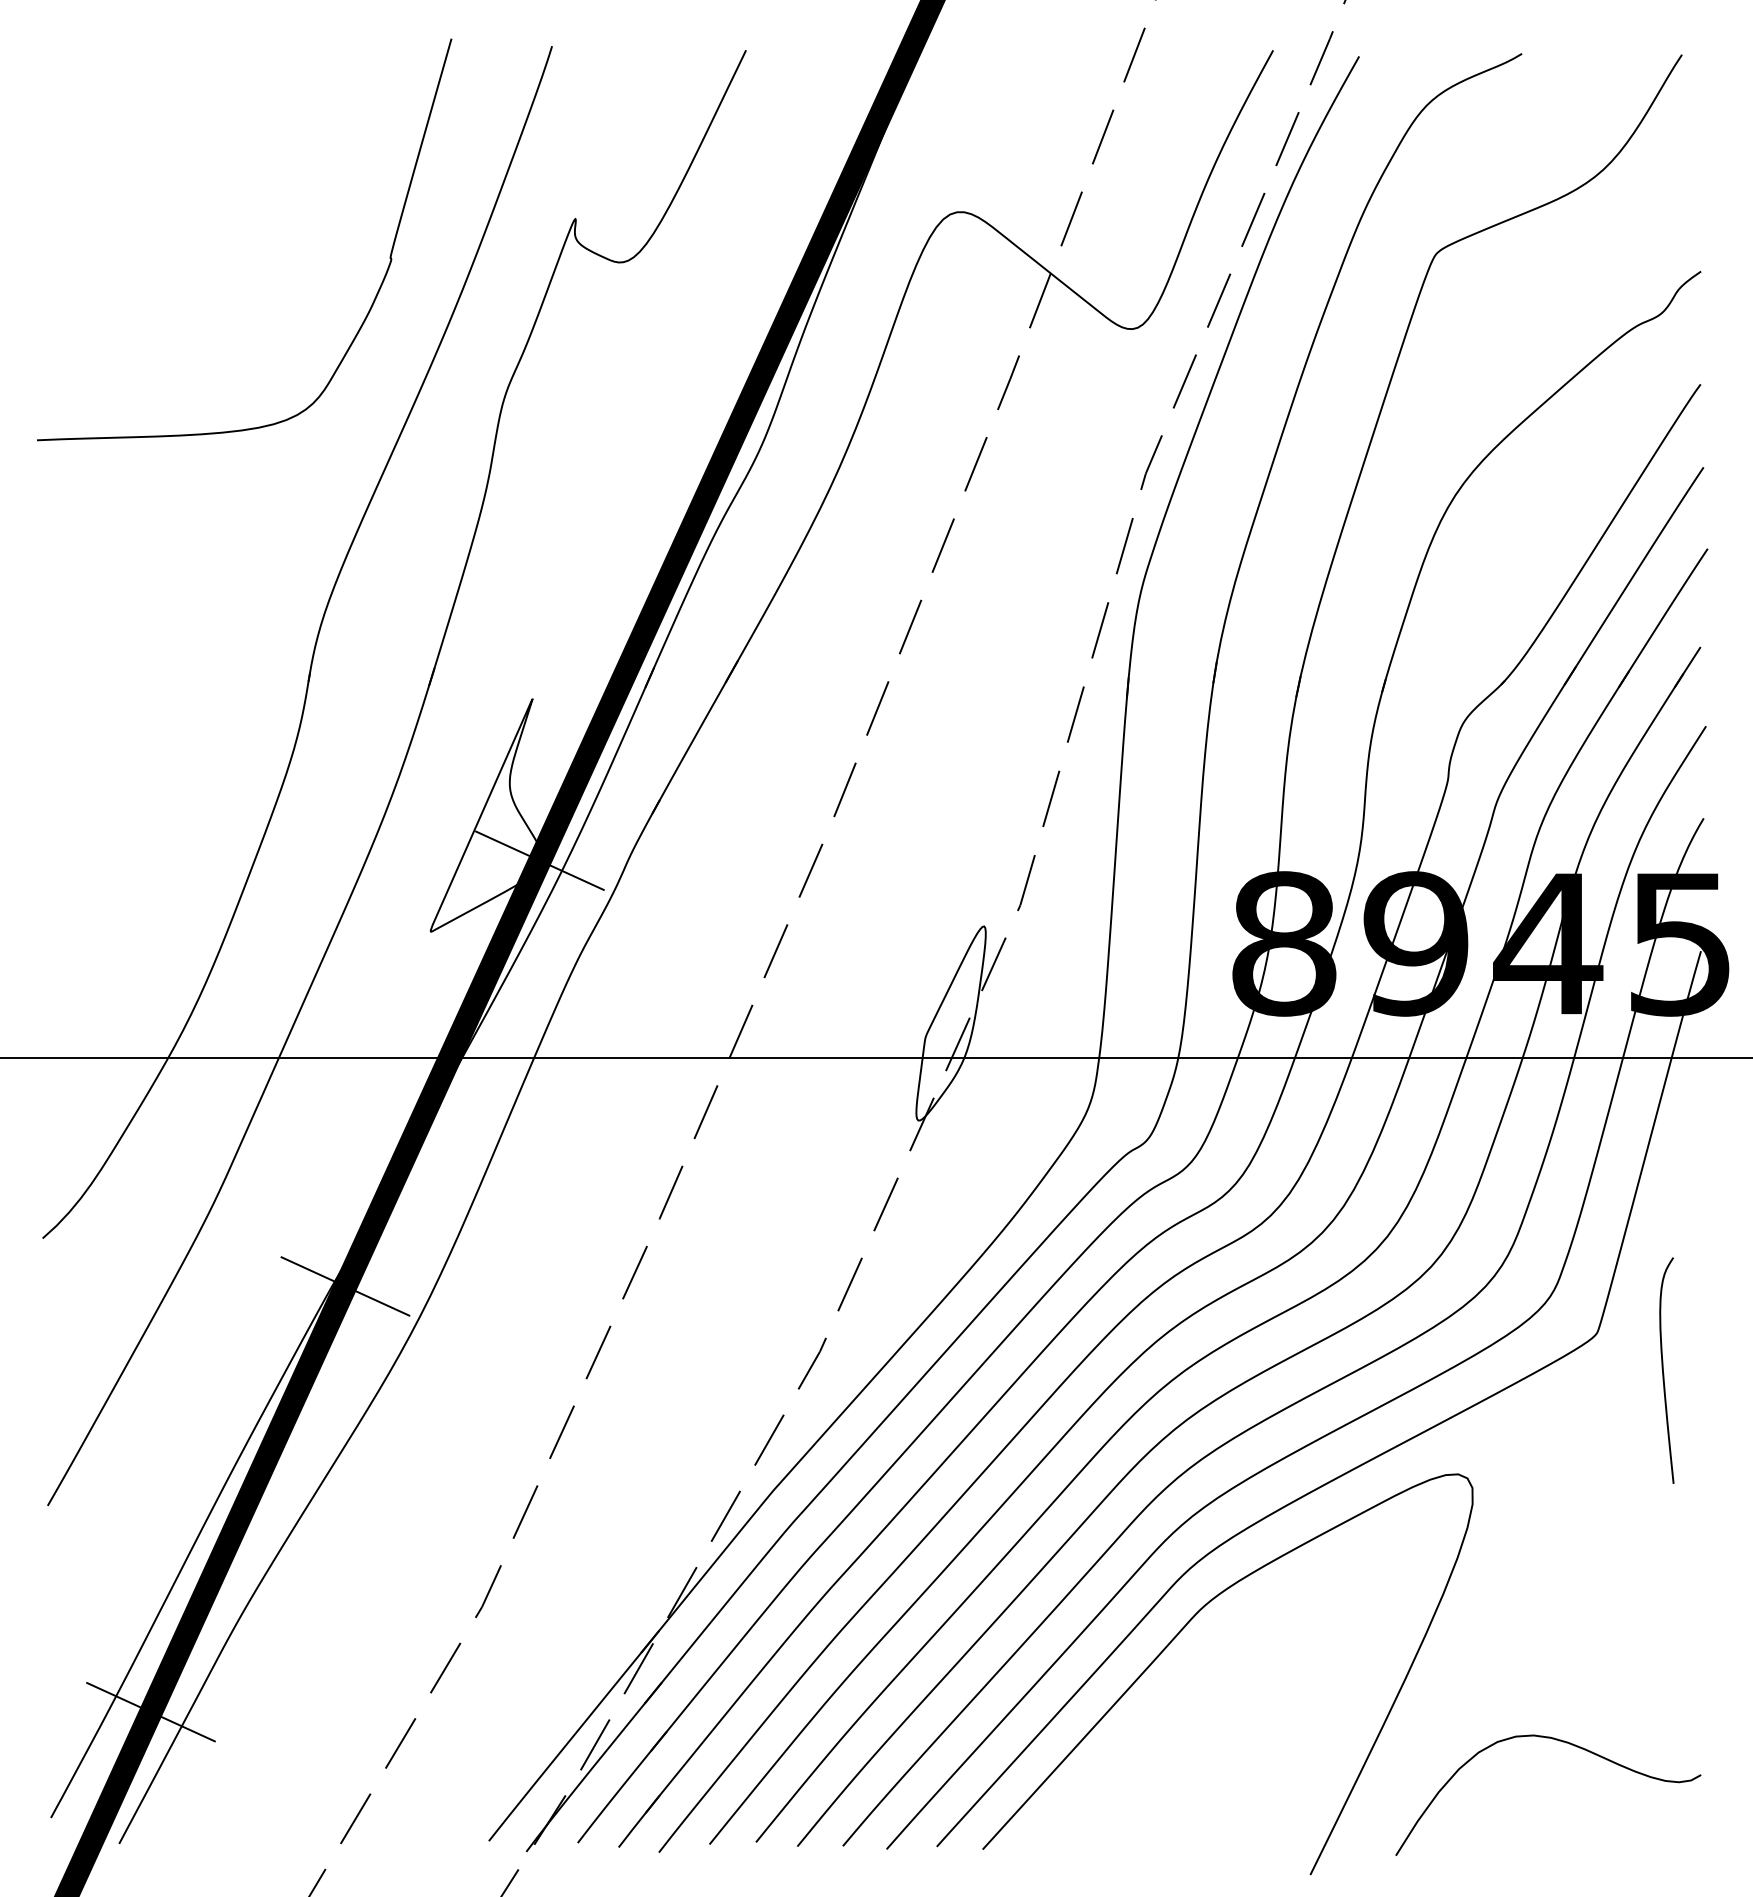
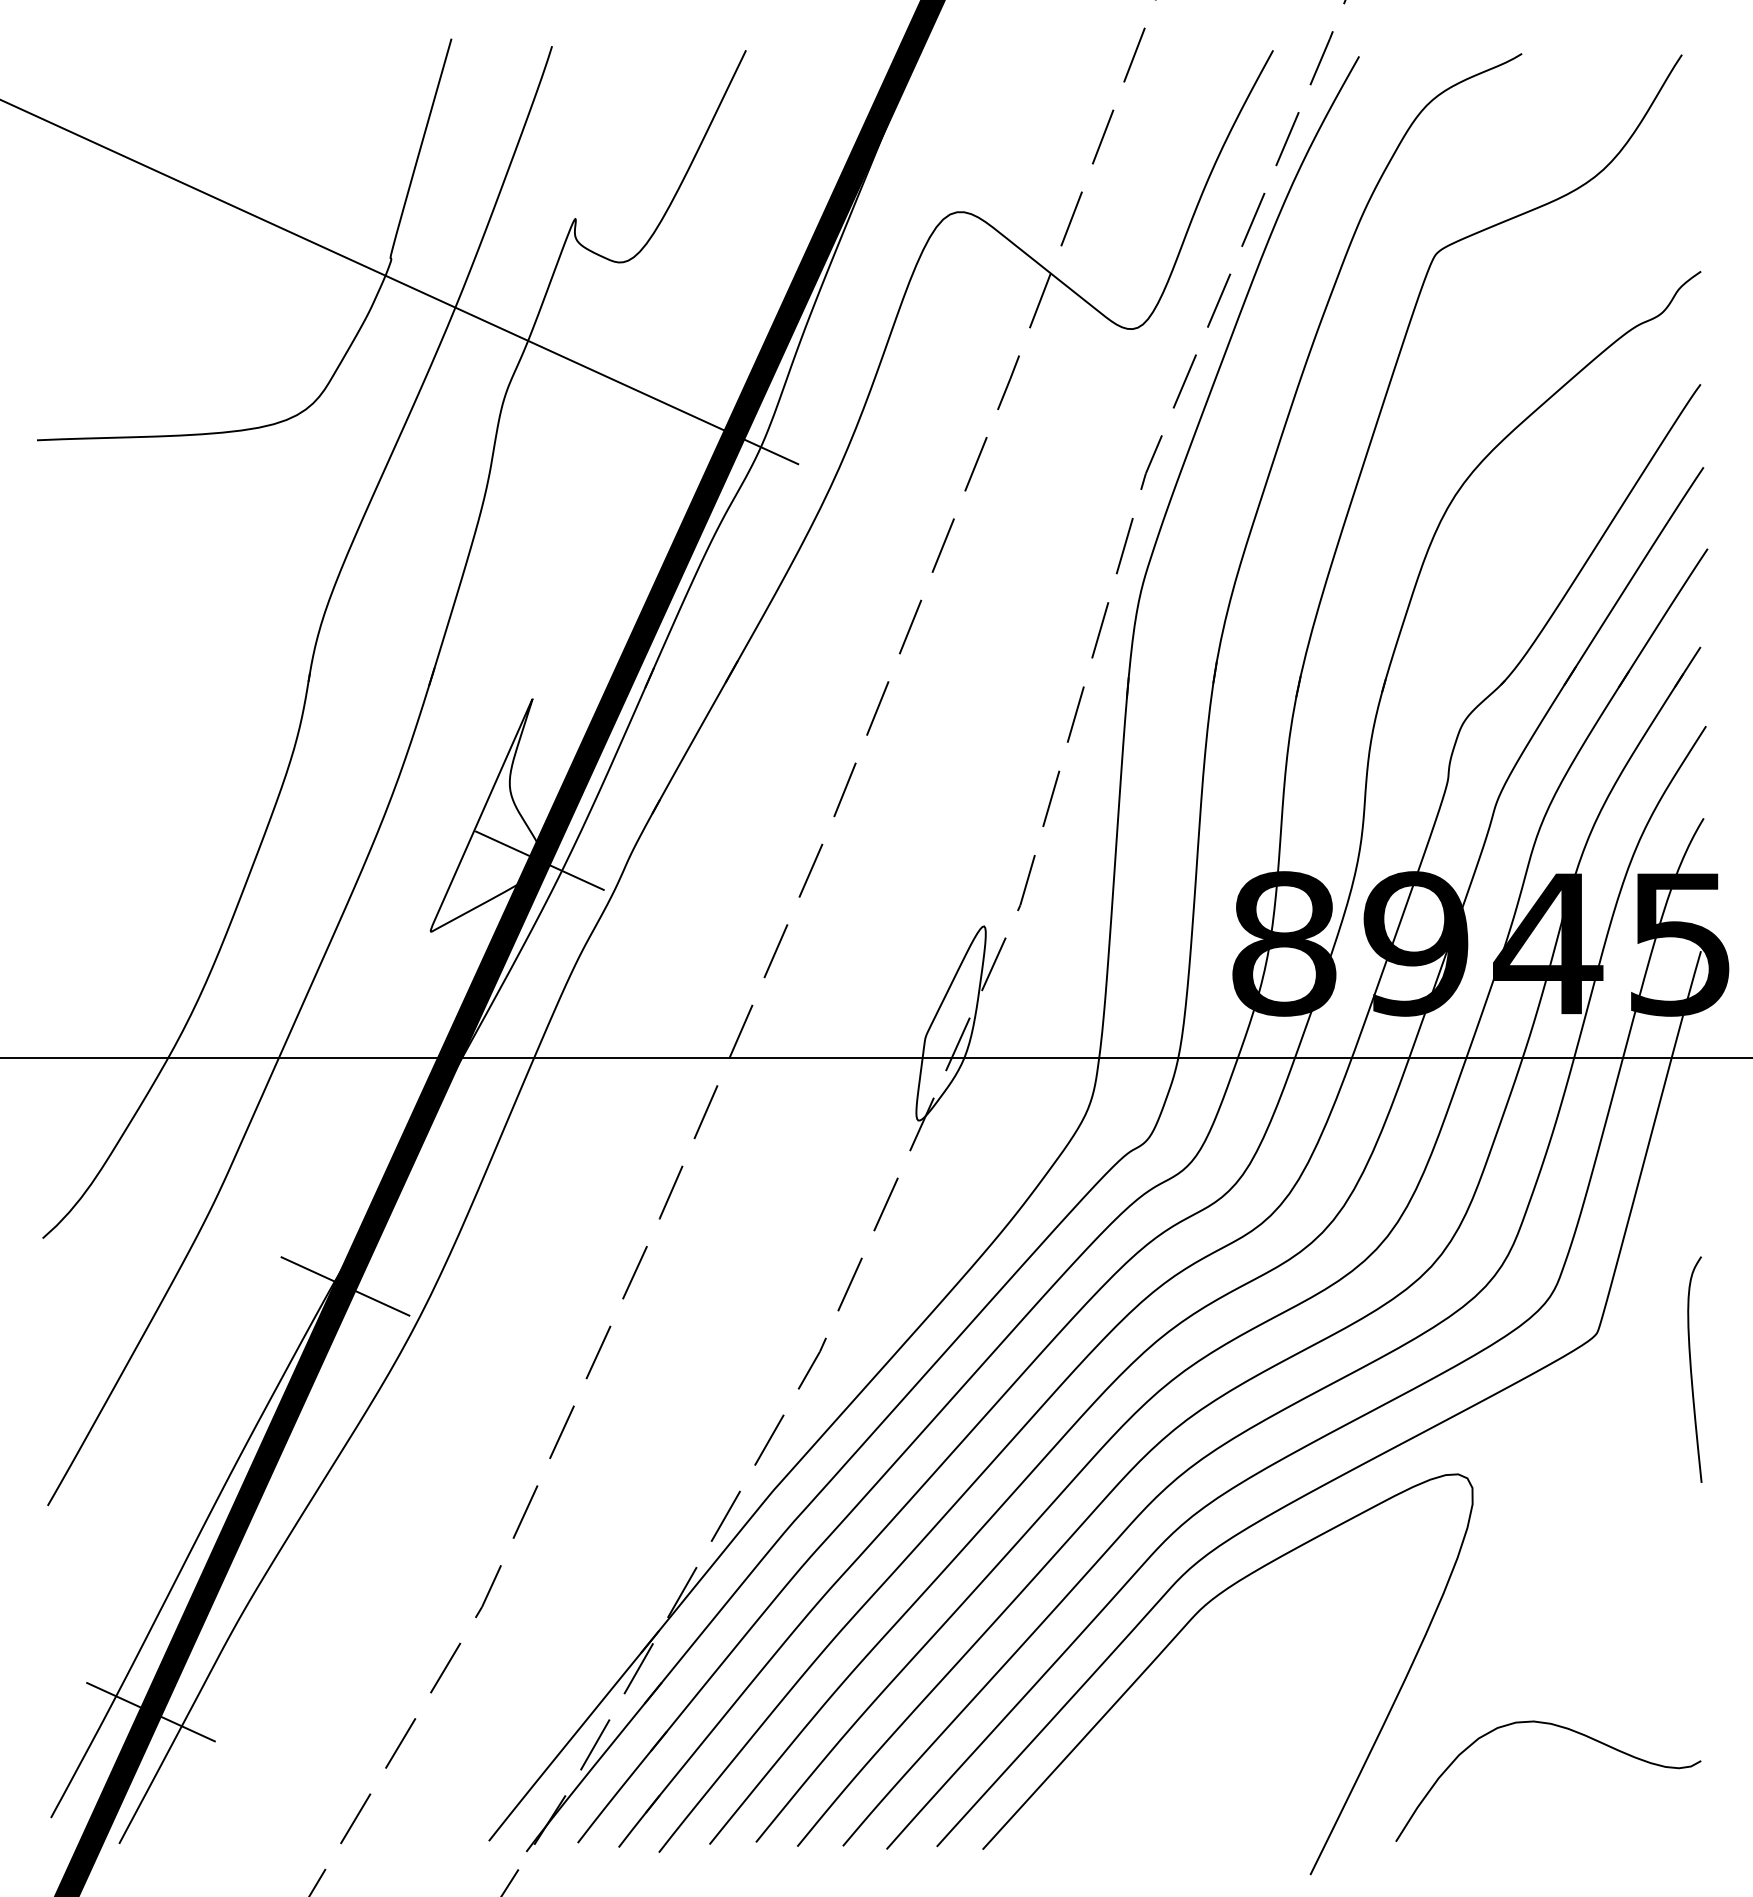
line at (400, 282): none -> present
curve at (1663, 1370) position: (1663, 1370) -> (1691, 1369)
curve at (1562, 1742) position: (1562, 1742) -> (1562, 1728)
